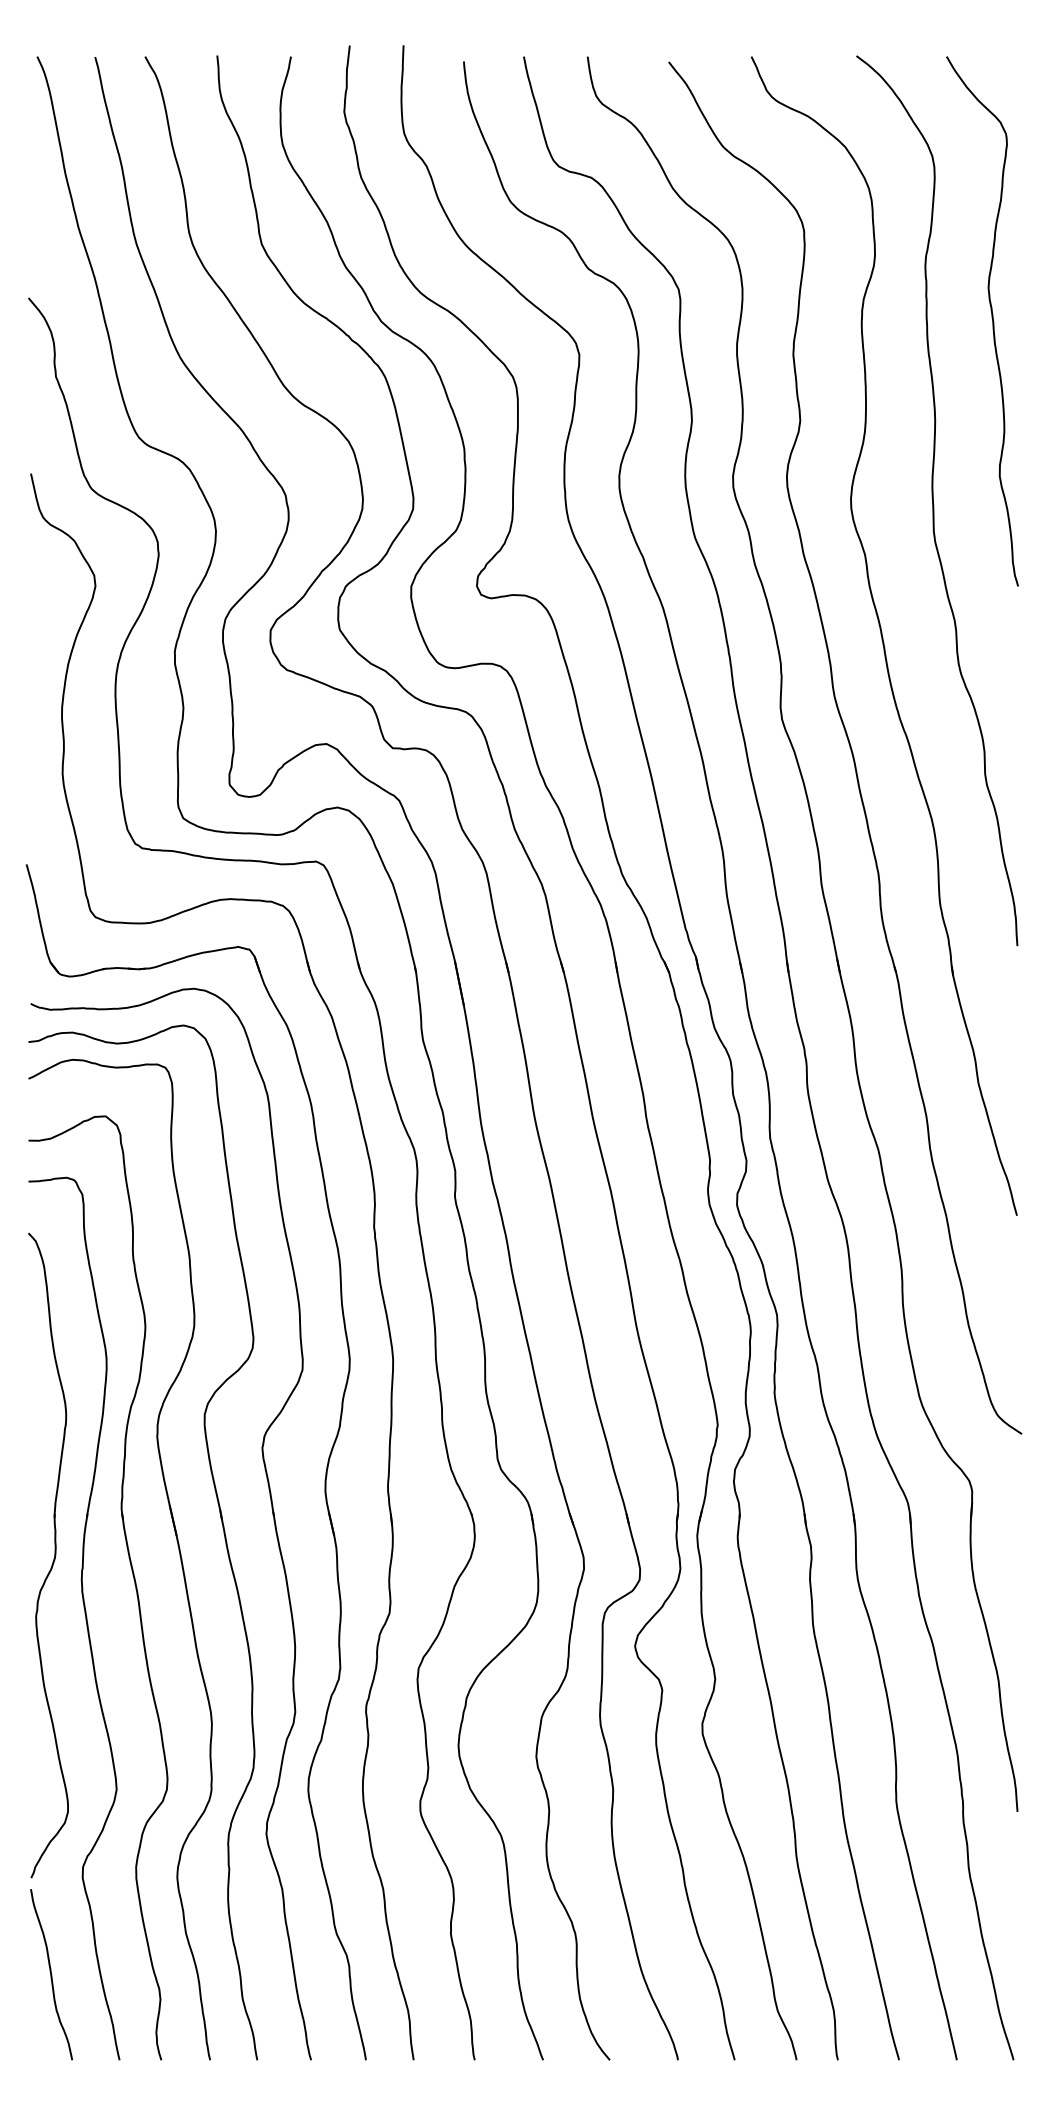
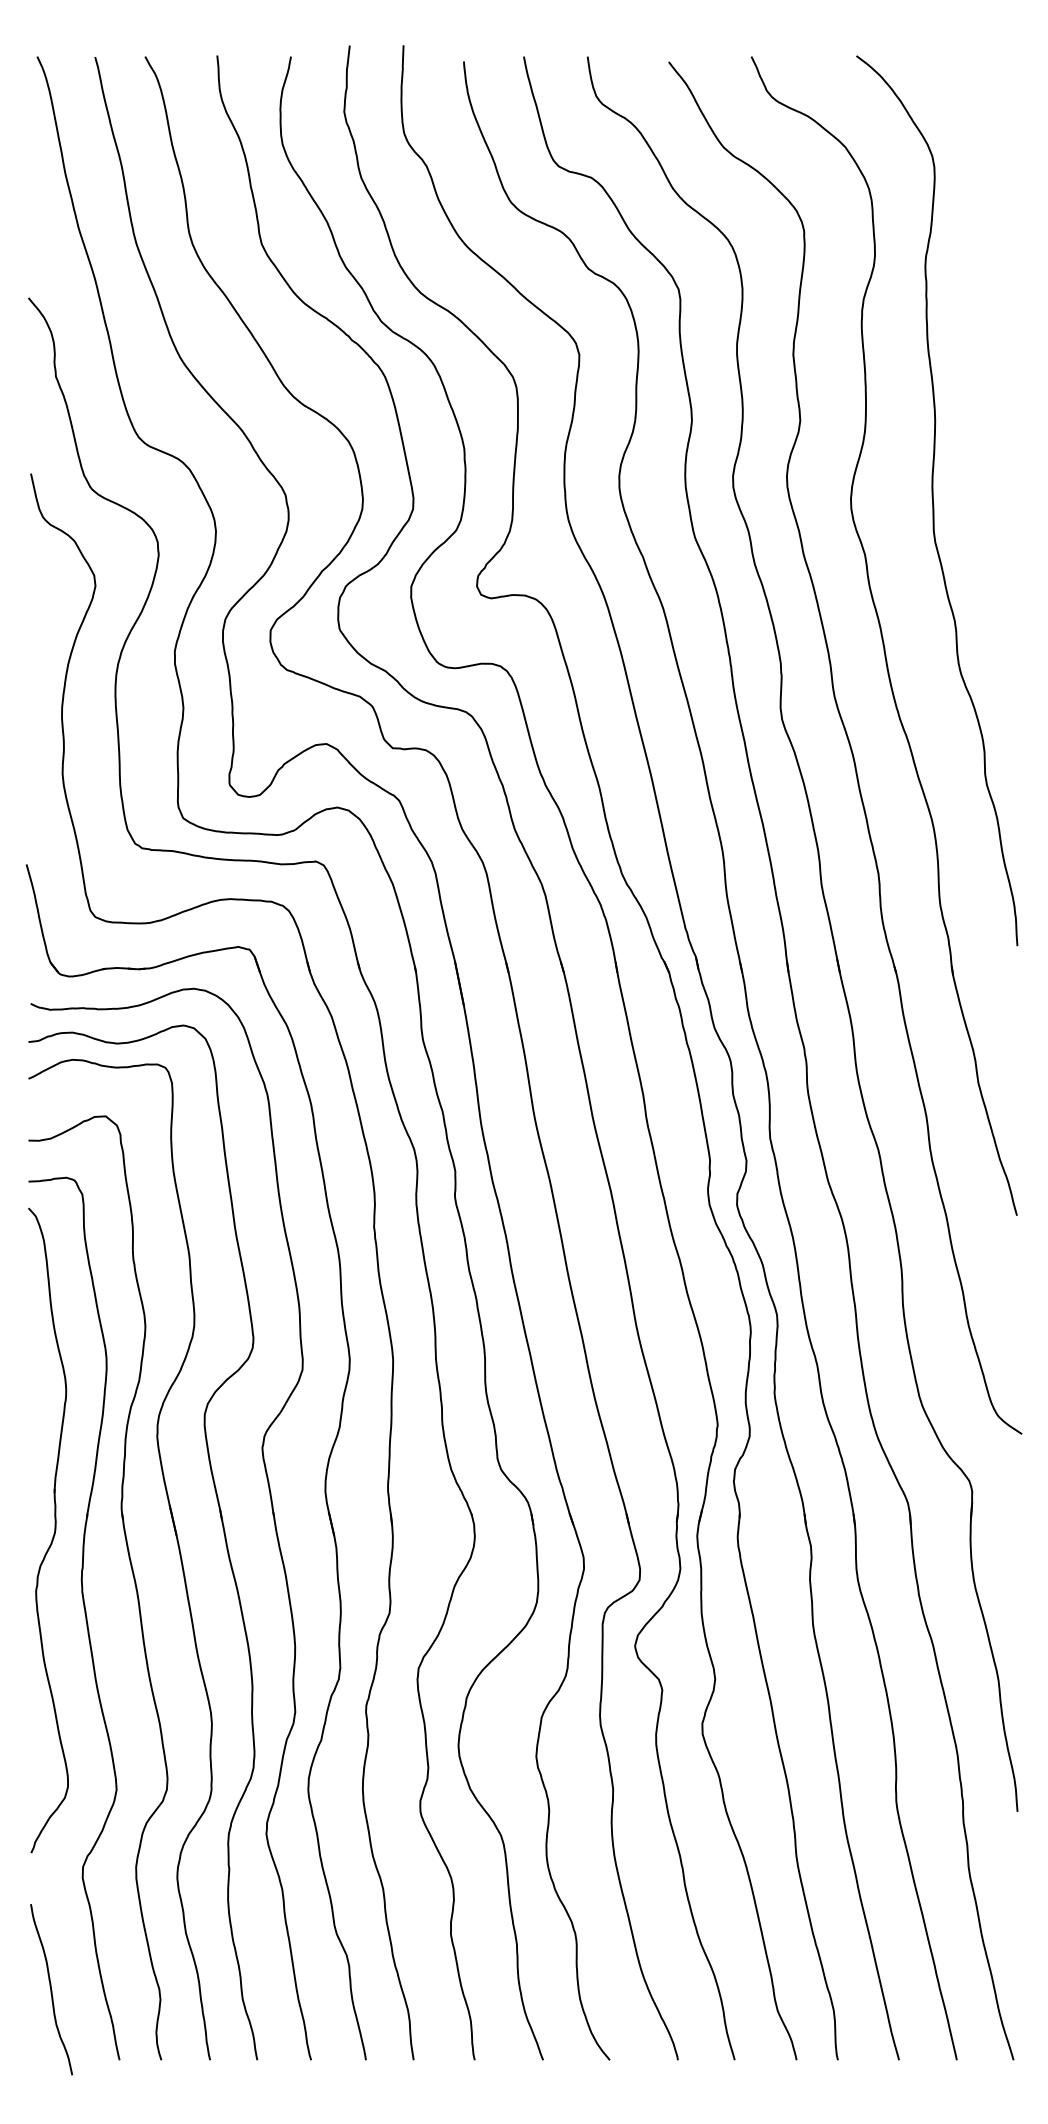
curve at (991, 318): present -> none
part at (48, 1555) position: (48, 1555) -> (48, 1530)
curve at (51, 1974) position: (51, 1974) -> (51, 1989)
